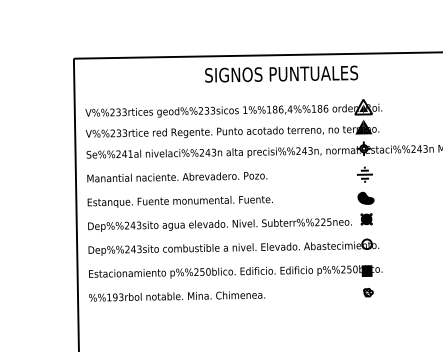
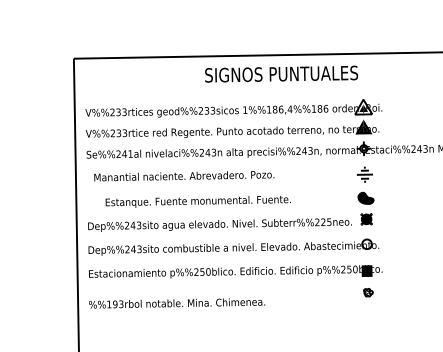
text at (177, 177) position: (177, 177) -> (184, 176)
text at (179, 201) position: (179, 201) -> (197, 201)
text at (177, 296) position: (177, 296) -> (177, 303)
